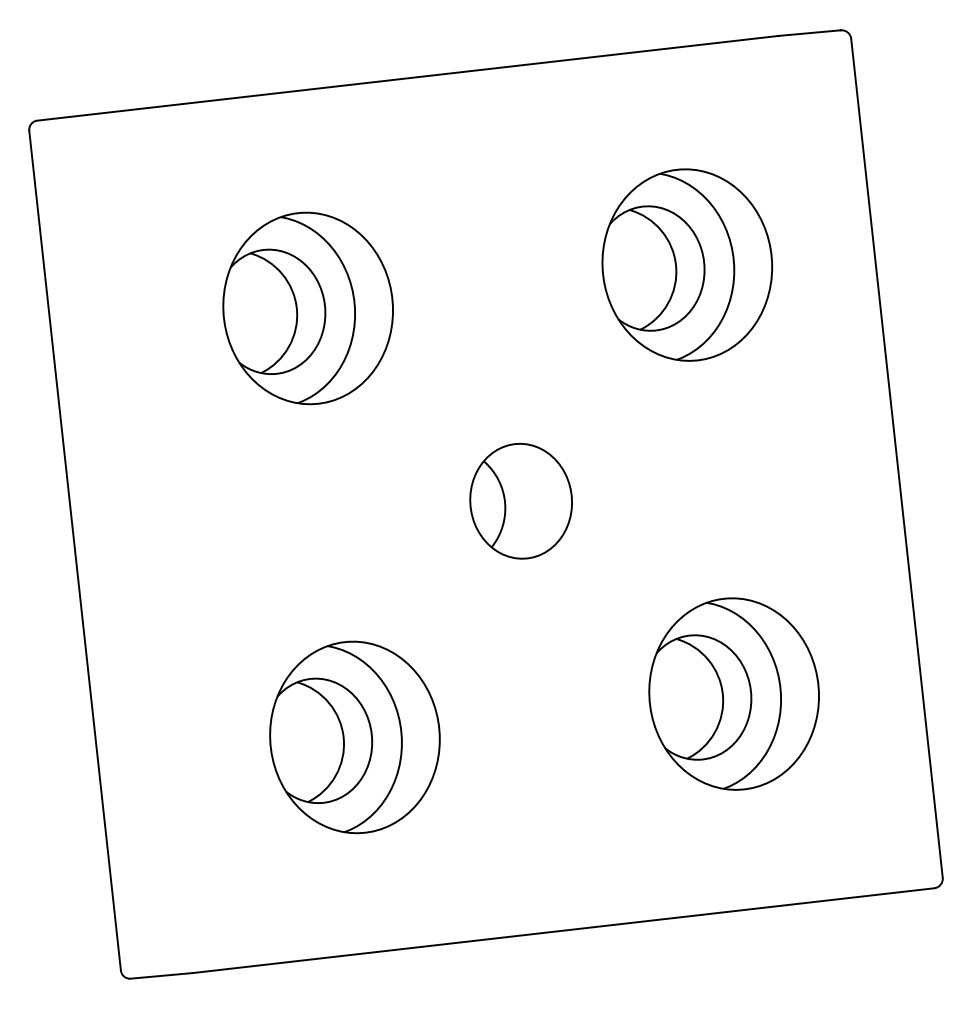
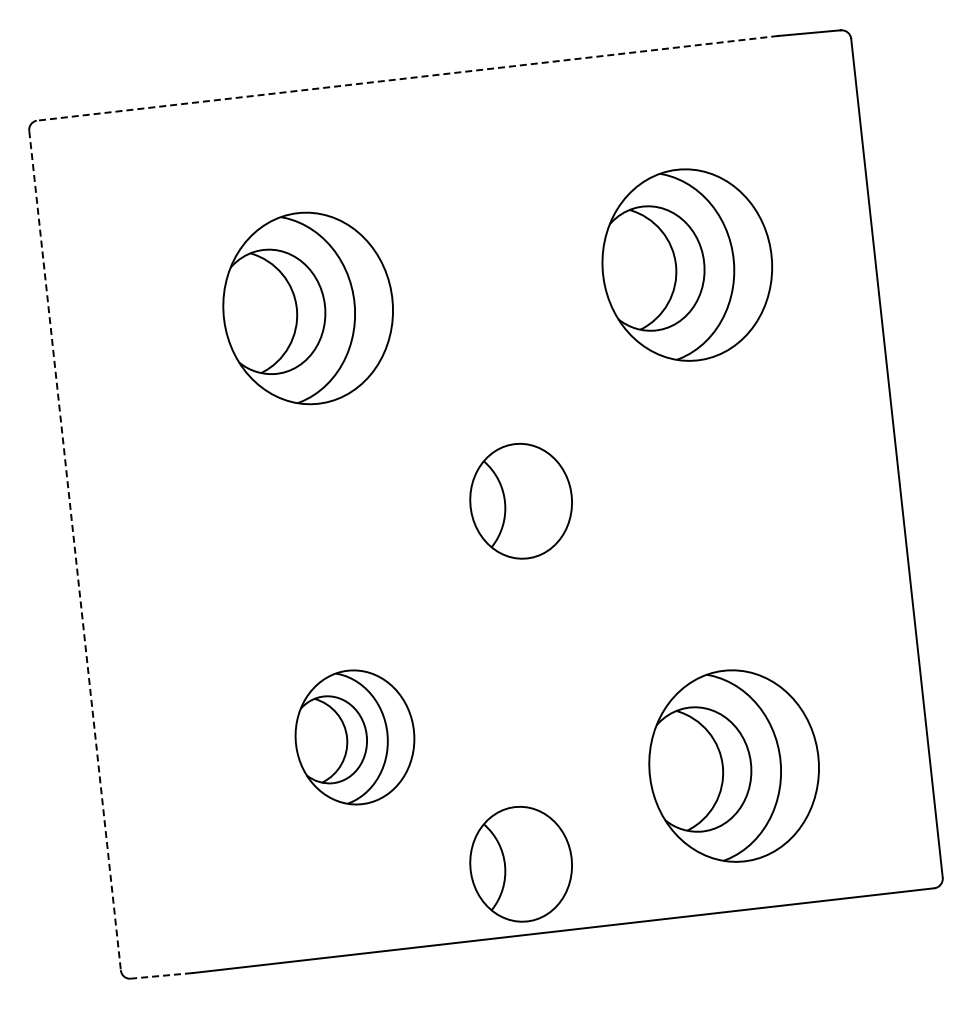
line at (406, 78): solid -> dashed
line at (75, 550): solid -> dashed
part at (733, 693) position: (733, 693) -> (733, 765)
part at (354, 737) size: 172x195 px -> 122x137 px
part at (520, 863): none -> present
line at (161, 975): solid -> dashed
